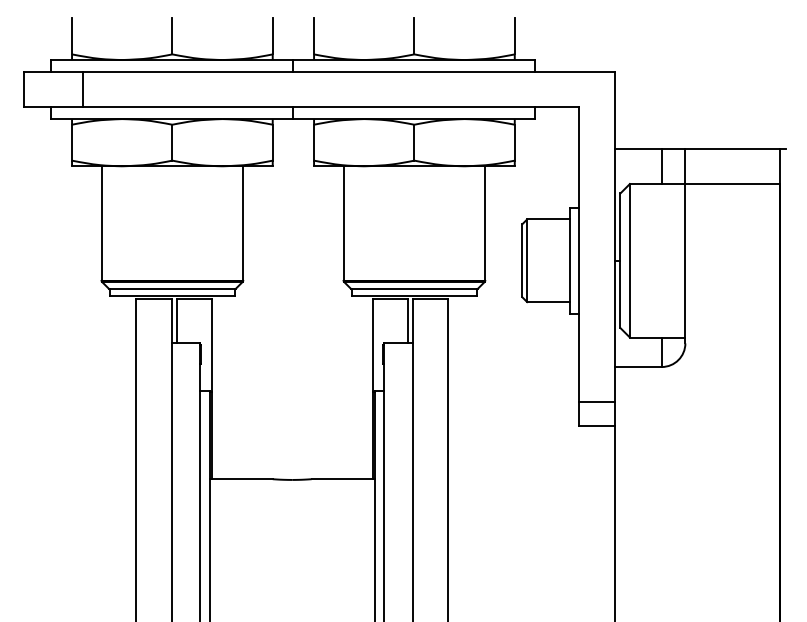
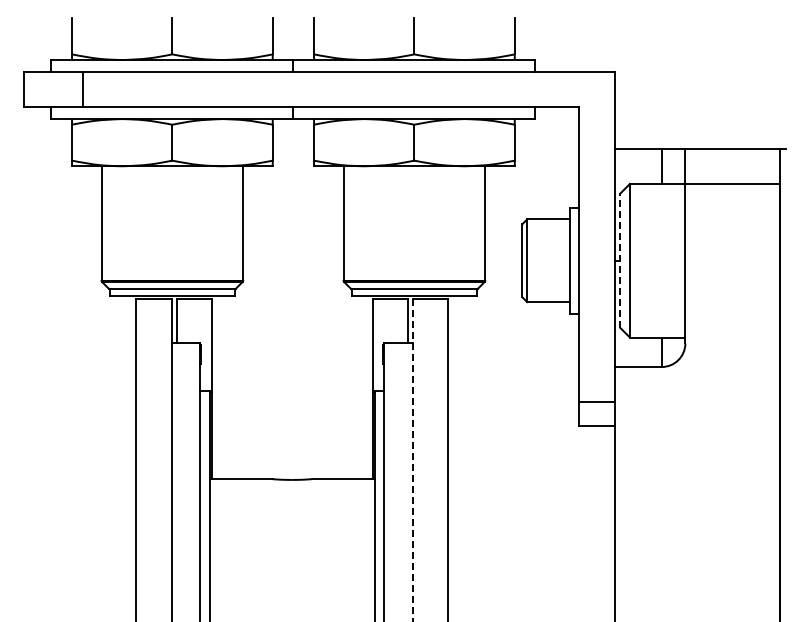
line at (620, 260): solid -> dashed
line at (412, 460): solid -> dashed
